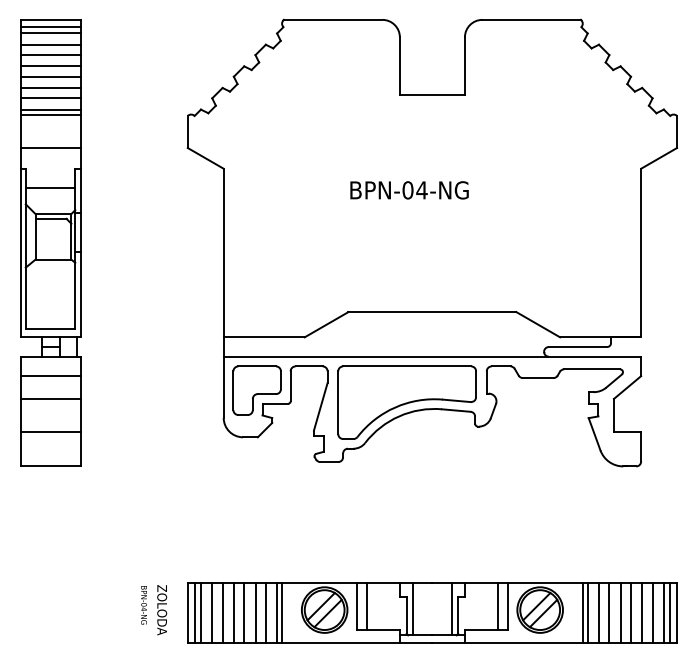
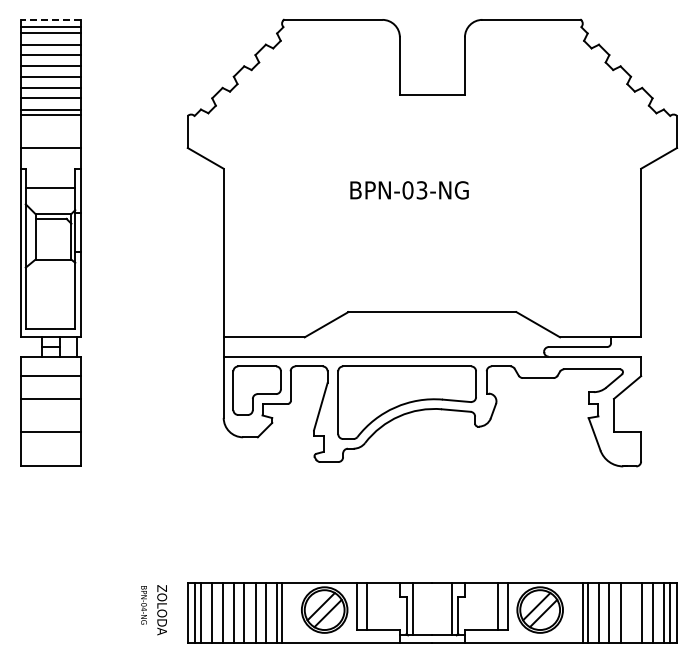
line at (50, 19): solid -> dashed
text at (421, 190): BPN-04-NG -> BPN-03-NG
line at (630, 612): present -> none
